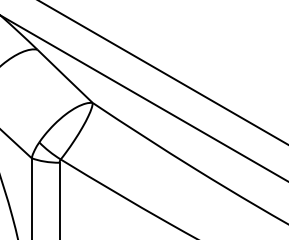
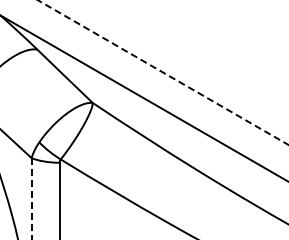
line at (162, 72): solid -> dashed
line at (31, 199): solid -> dashed
